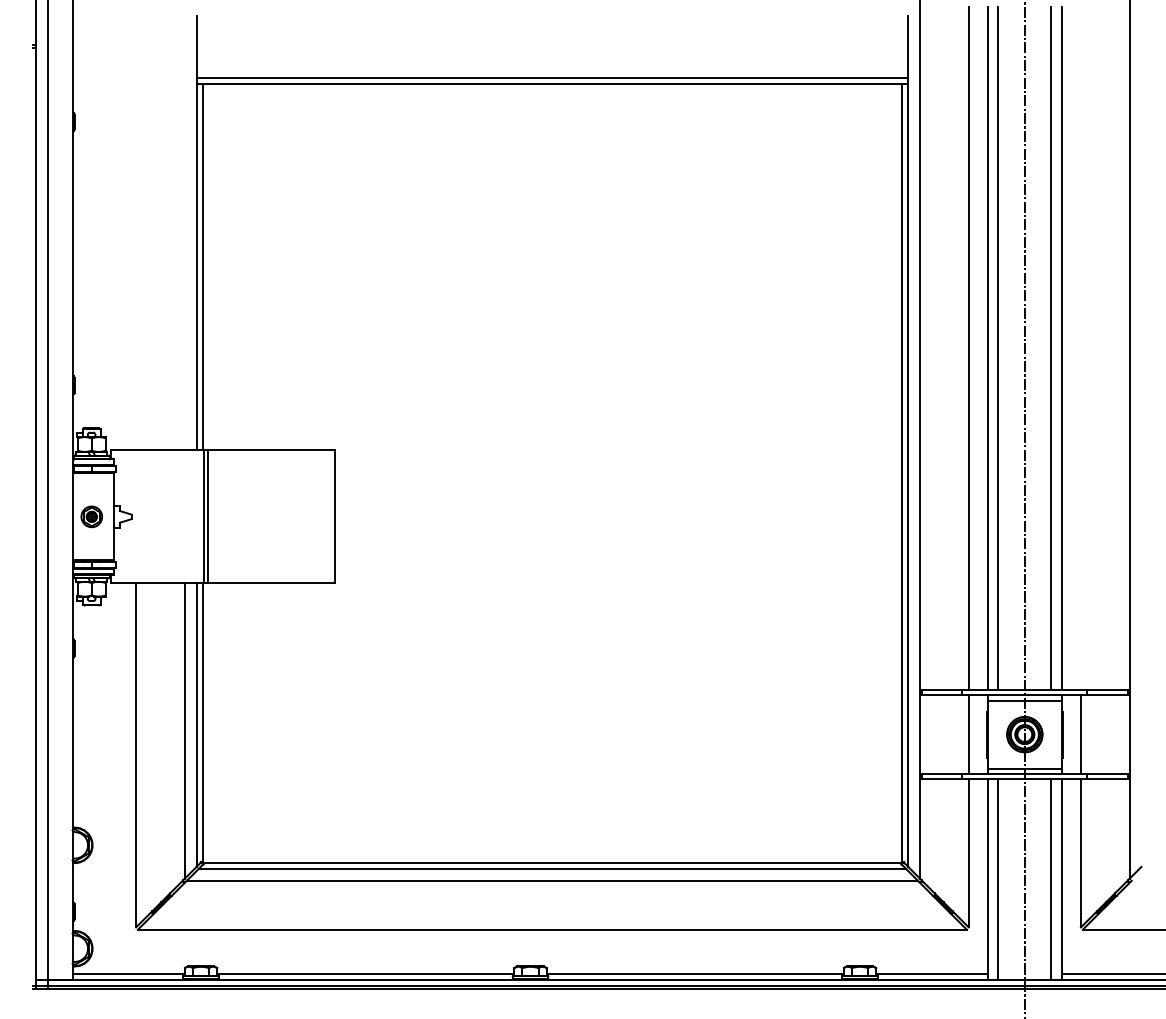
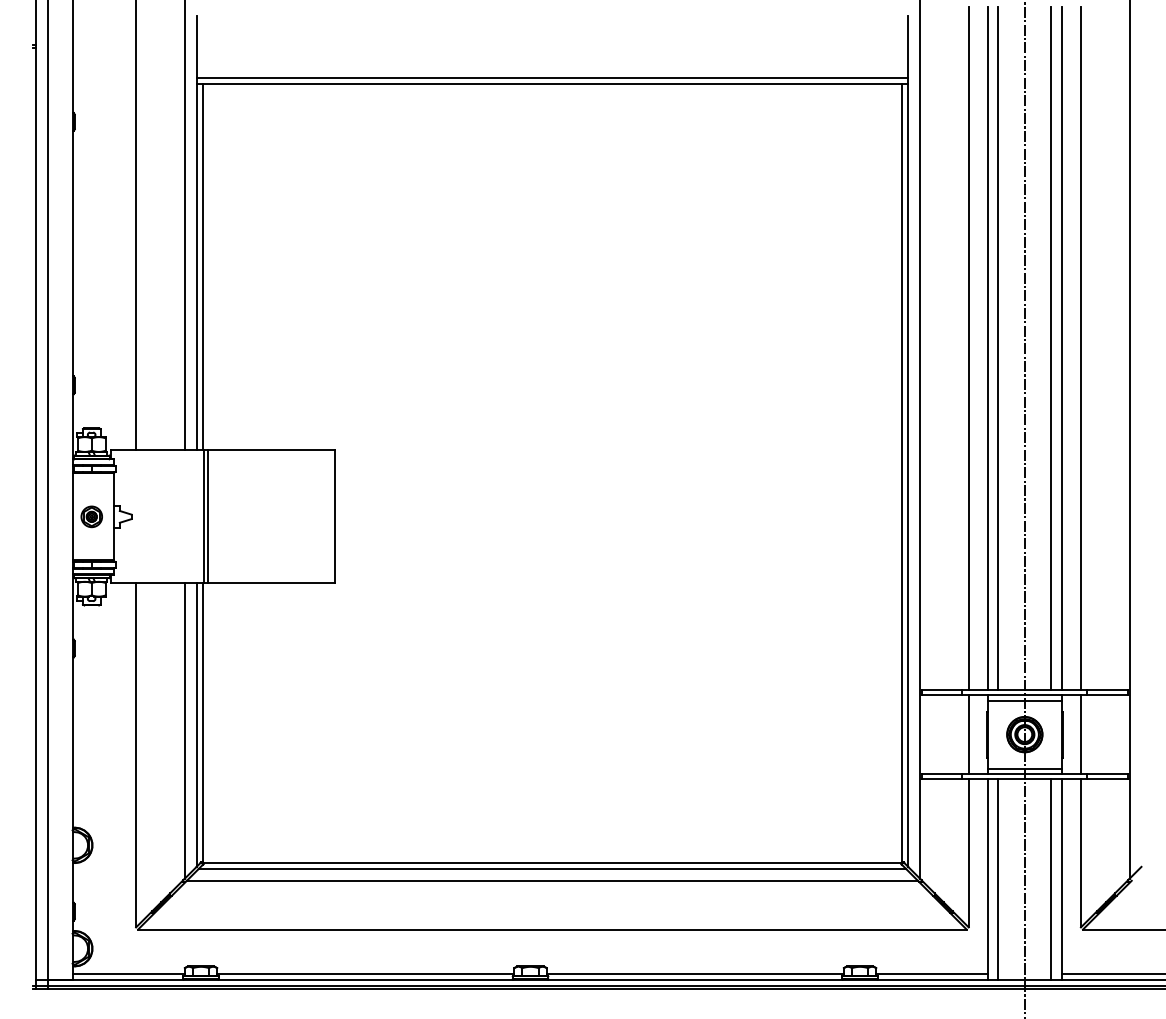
line at (136, 226): none -> present
line at (184, 226): none -> present
line at (1080, 348): none -> present
